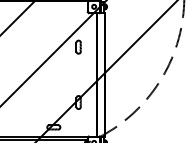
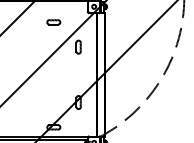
part at (53, 22): none -> present
